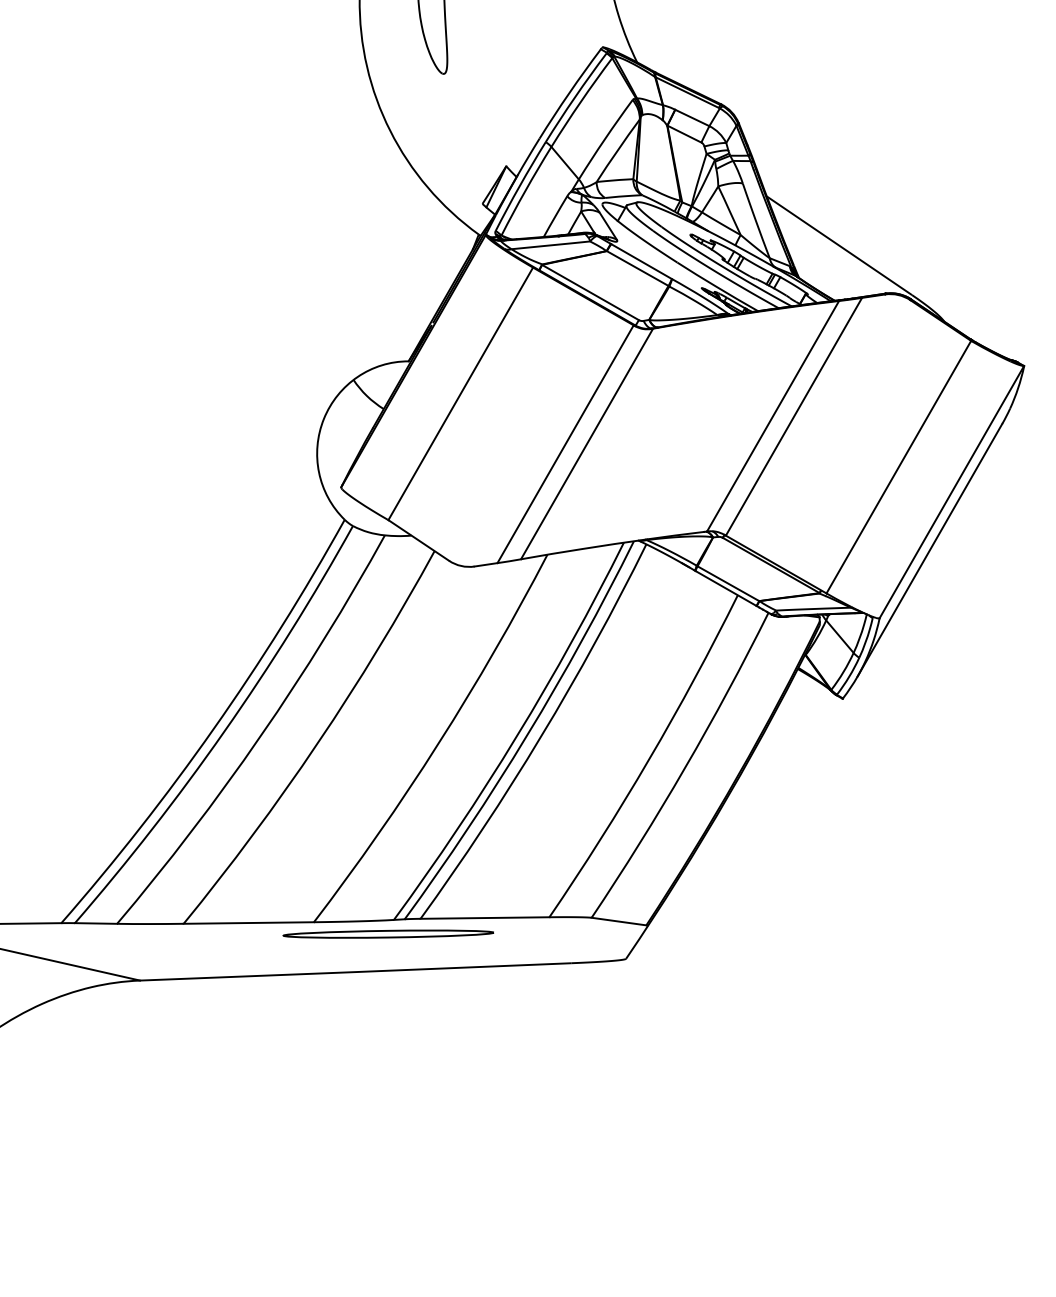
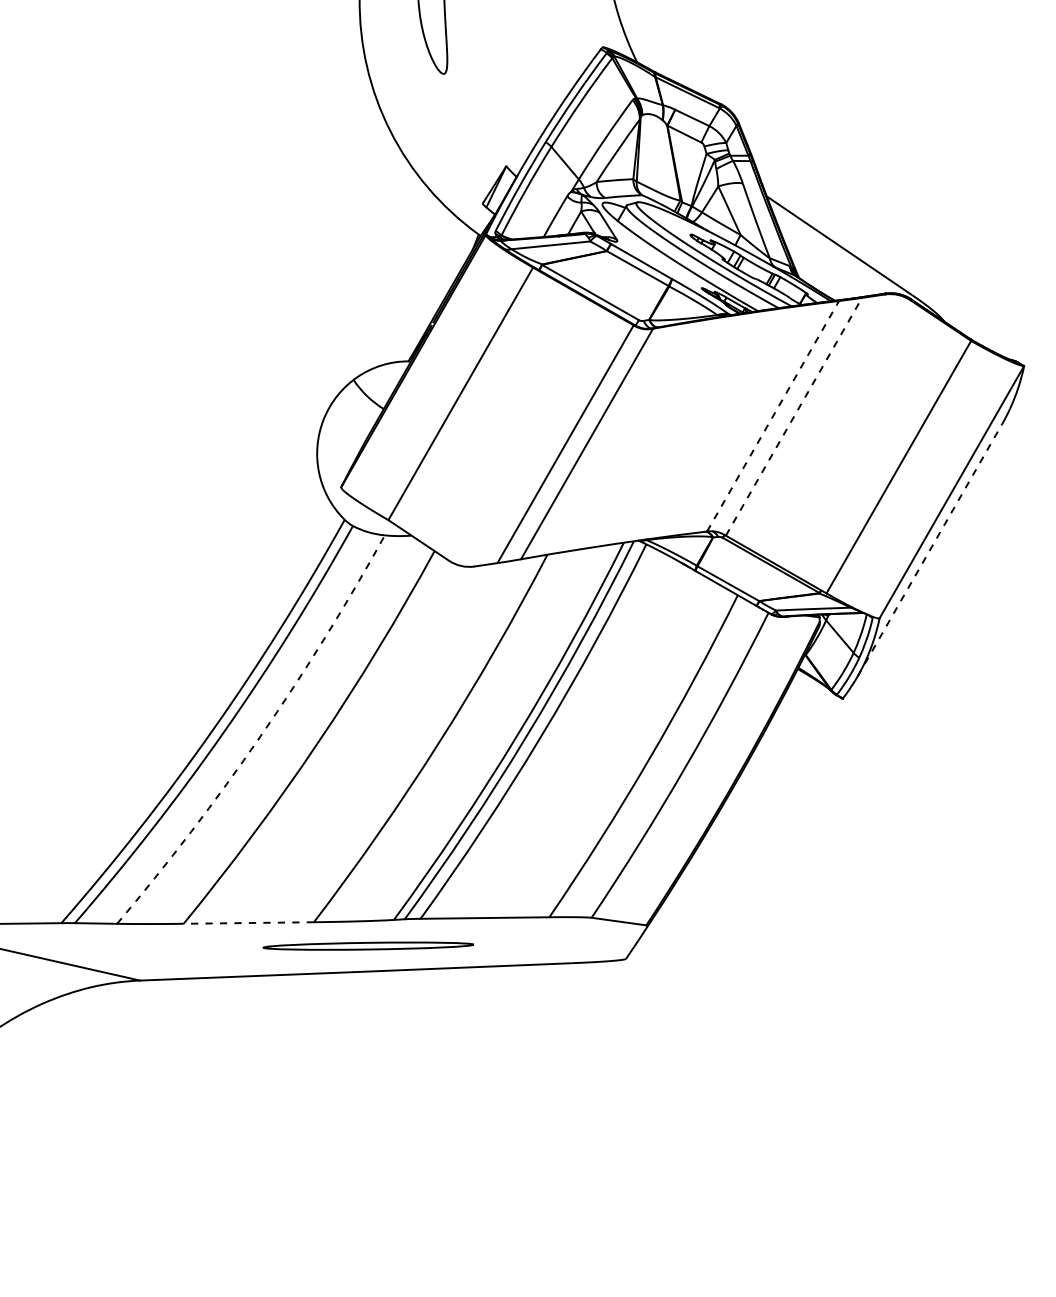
line at (773, 416): solid -> dashed
line at (794, 416): solid -> dashed
line at (929, 550): solid -> dashed
arc at (260, 736): solid -> dashed
line at (248, 923): solid -> dashed
part at (388, 933) position: (388, 933) -> (368, 945)
